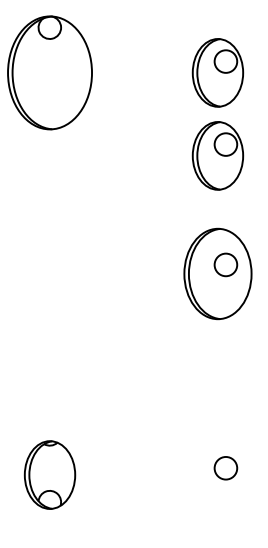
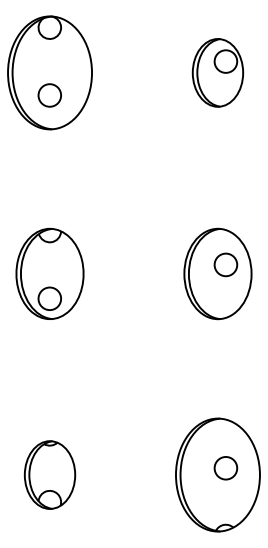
circle at (49, 95): none -> present
part at (217, 155): present -> none
part at (49, 273): none -> present
part at (217, 474): none -> present
